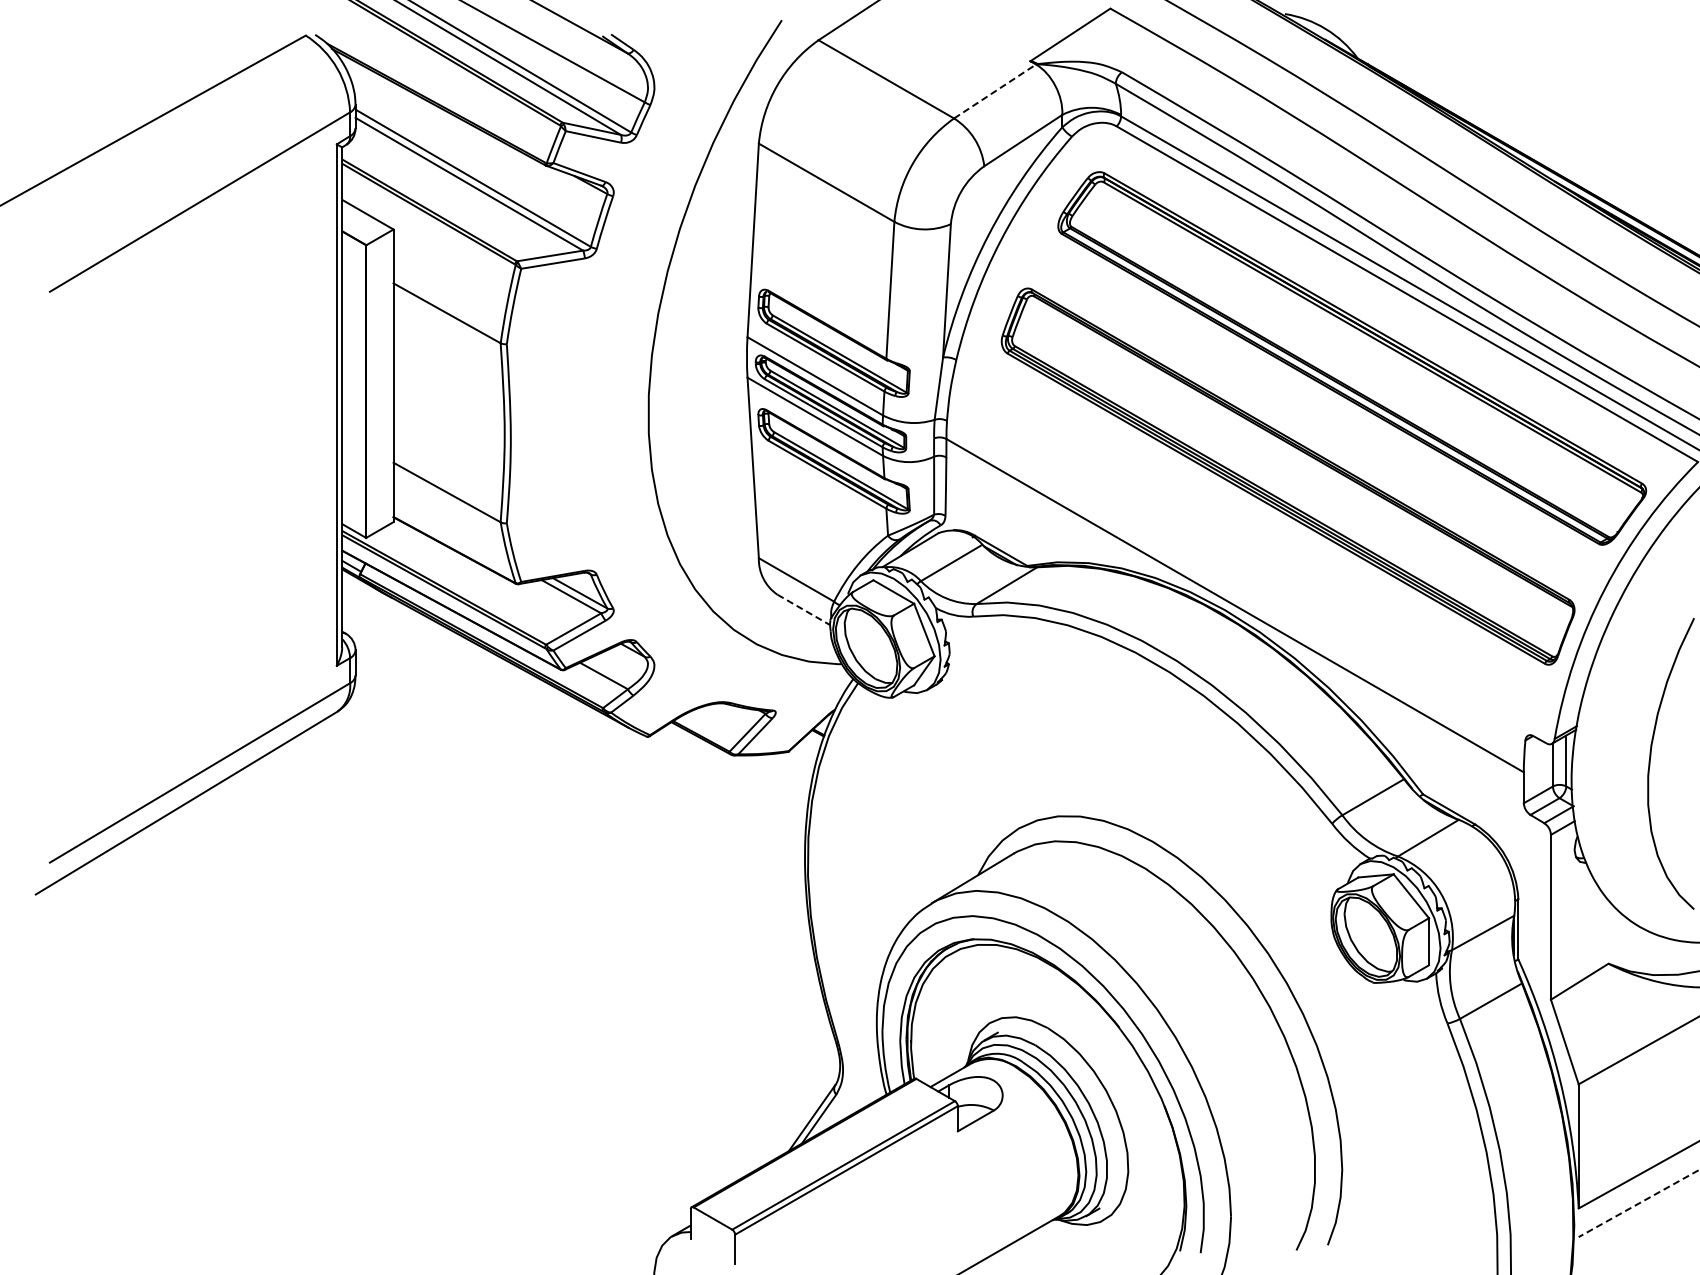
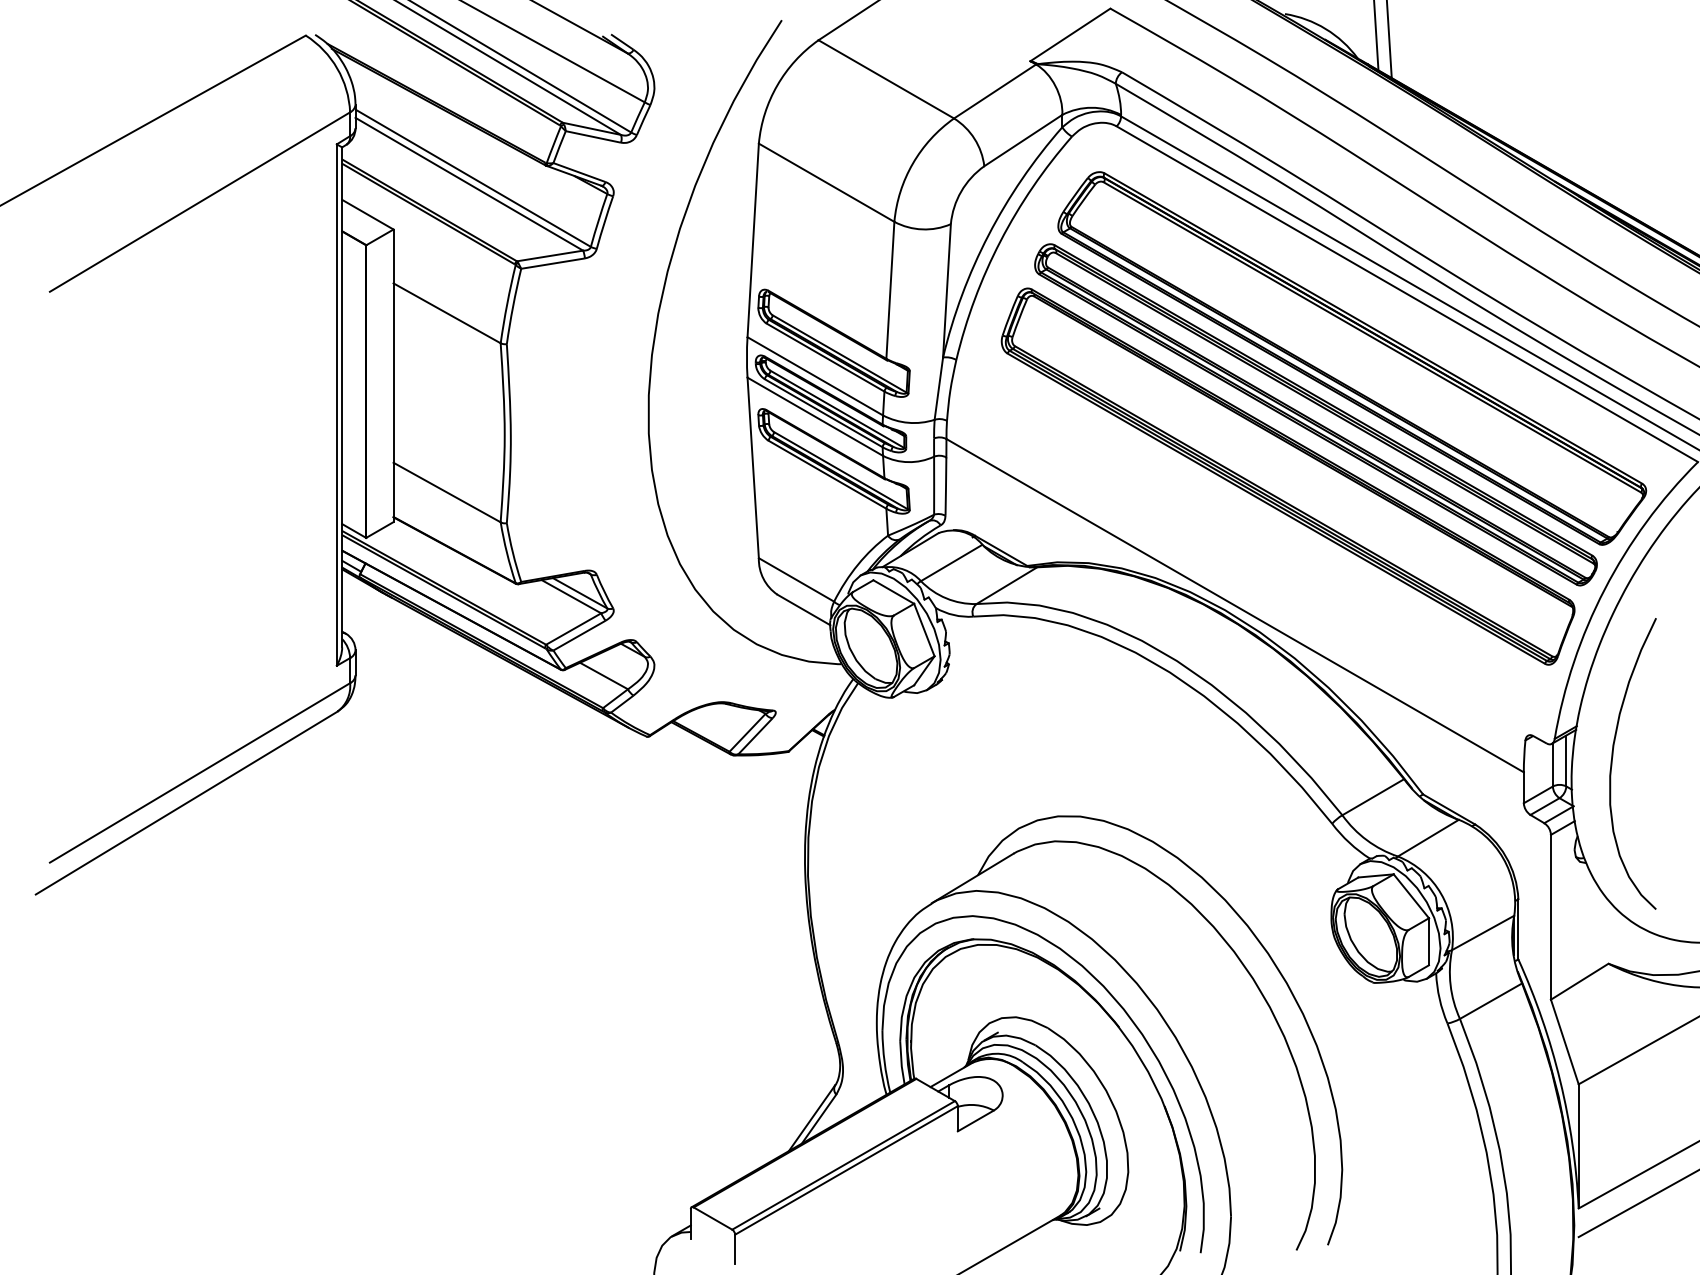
line at (1376, 36): none -> present
line at (1389, 40): none -> present
line at (995, 91): dashed -> solid
part at (1315, 414): none -> present
line at (803, 610): dashed -> solid
curve at (1650, 763) position: (1650, 763) -> (1612, 763)
line at (1638, 1203): dashed -> solid
